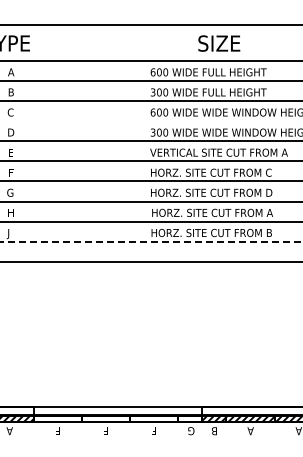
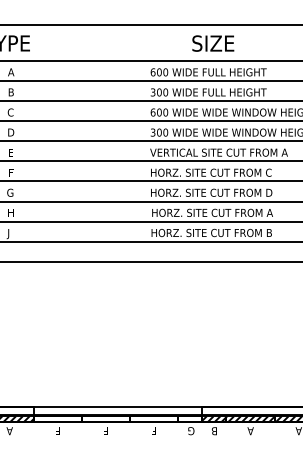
text at (219, 43) position: (219, 43) -> (213, 43)
line at (150, 121): none -> present
line at (151, 241): dashed -> solid
